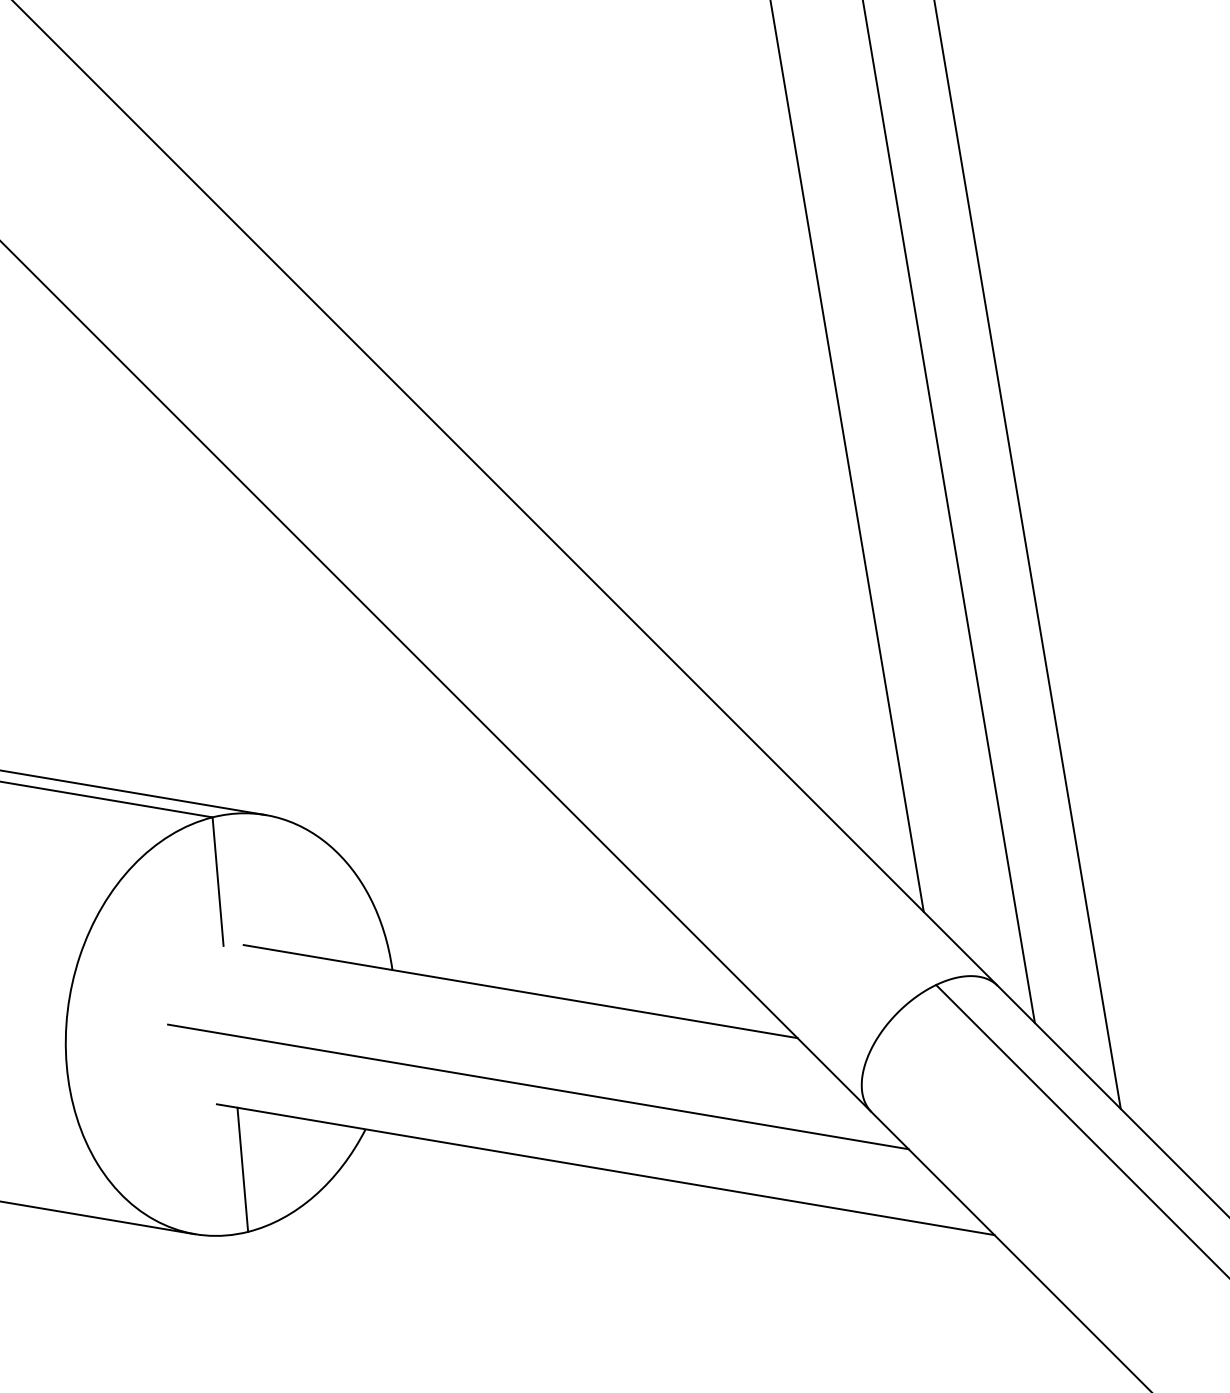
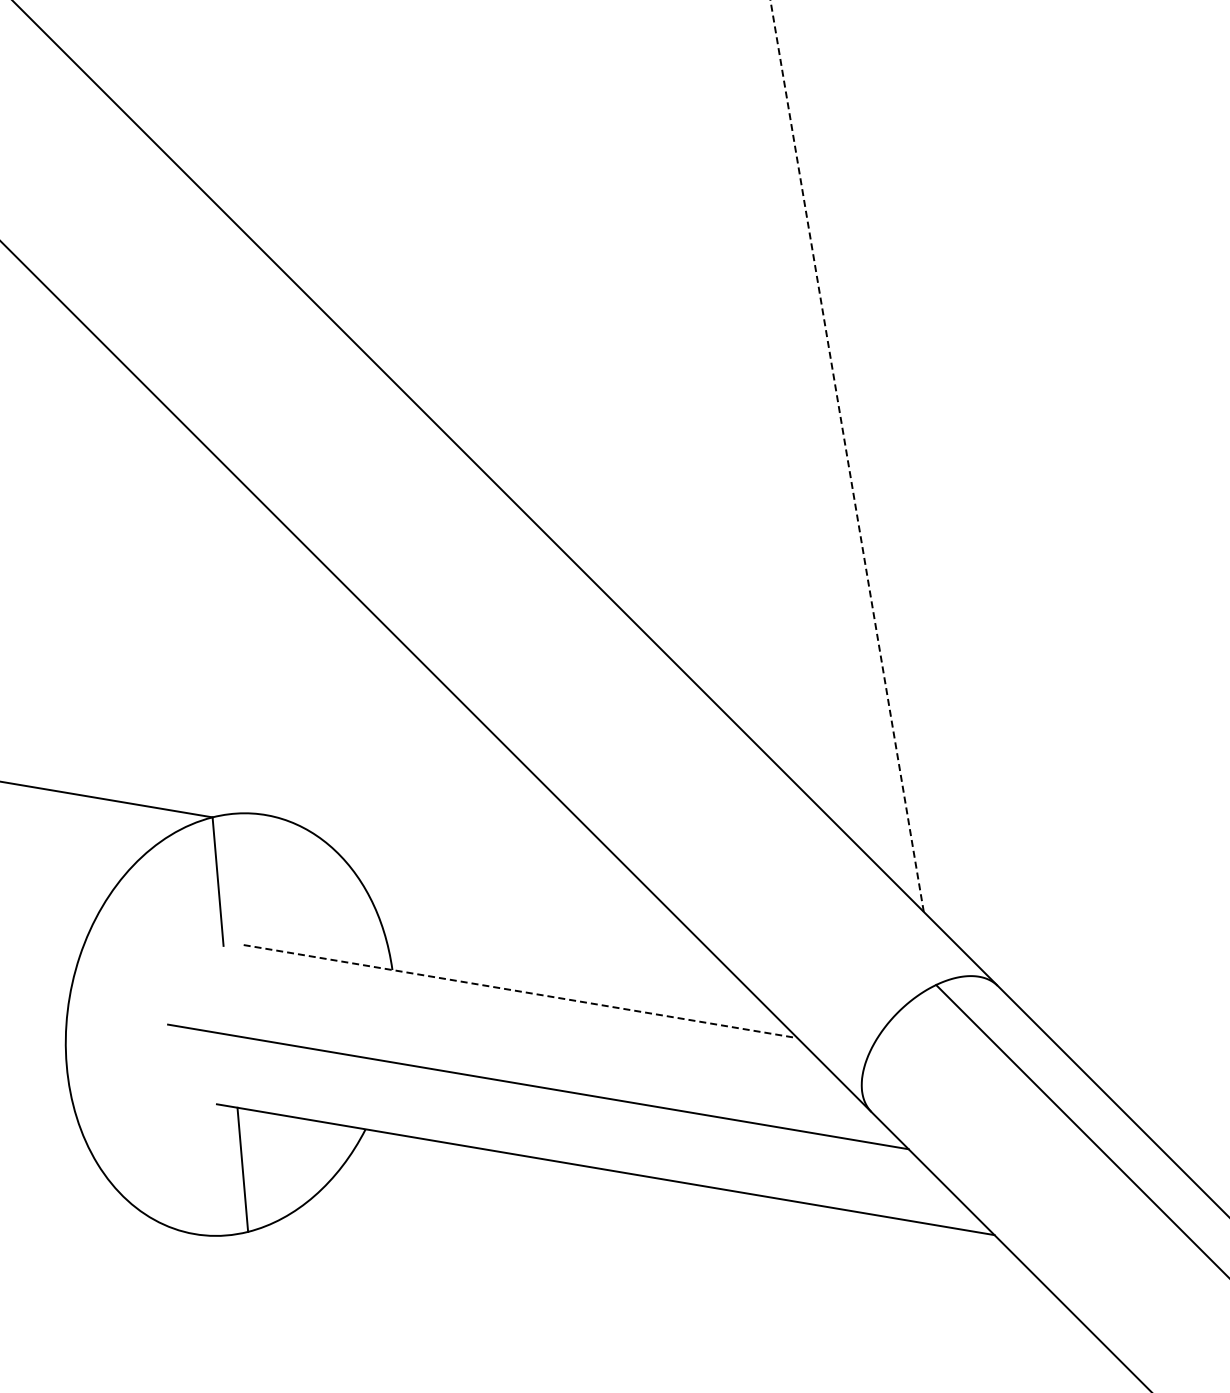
line at (847, 456): solid -> dashed
line at (948, 512): present -> none
line at (1027, 555): present -> none
line at (133, 792): present -> none
line at (520, 991): solid -> dashed
line at (98, 1217): present -> none
